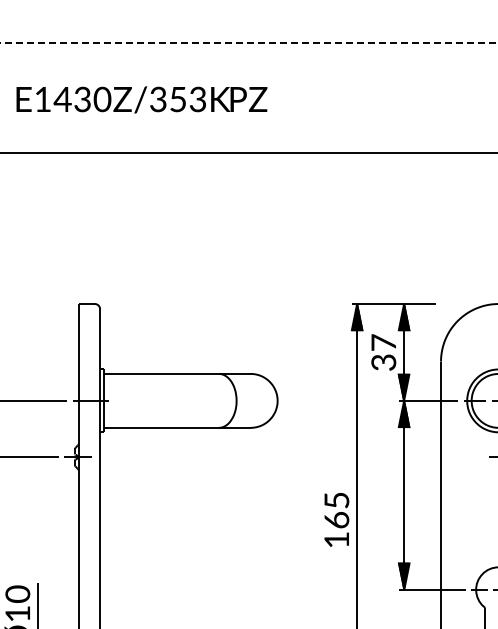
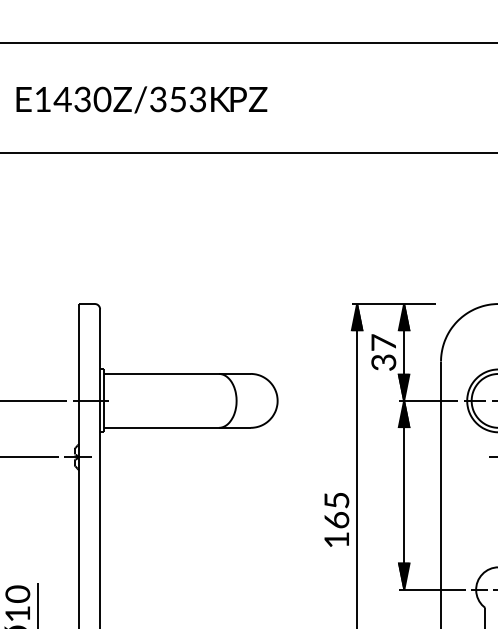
line at (248, 42): dashed -> solid
